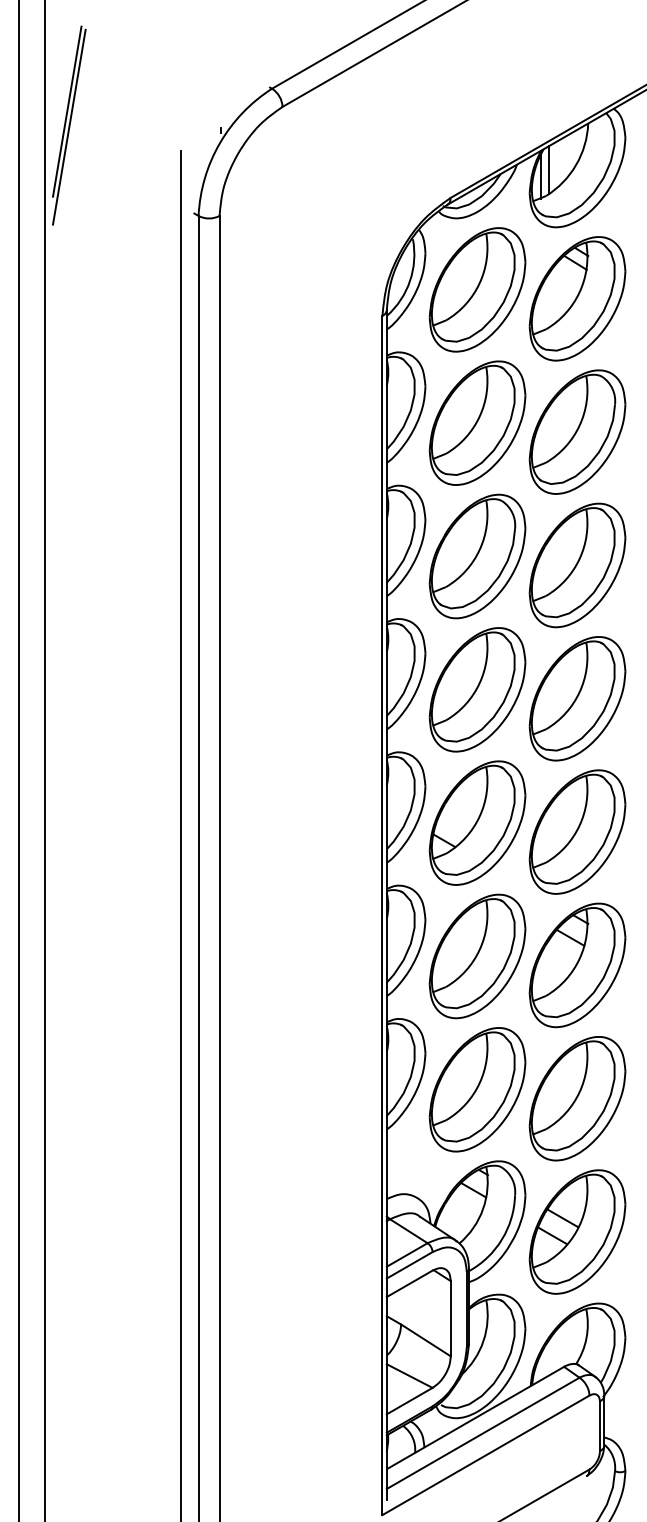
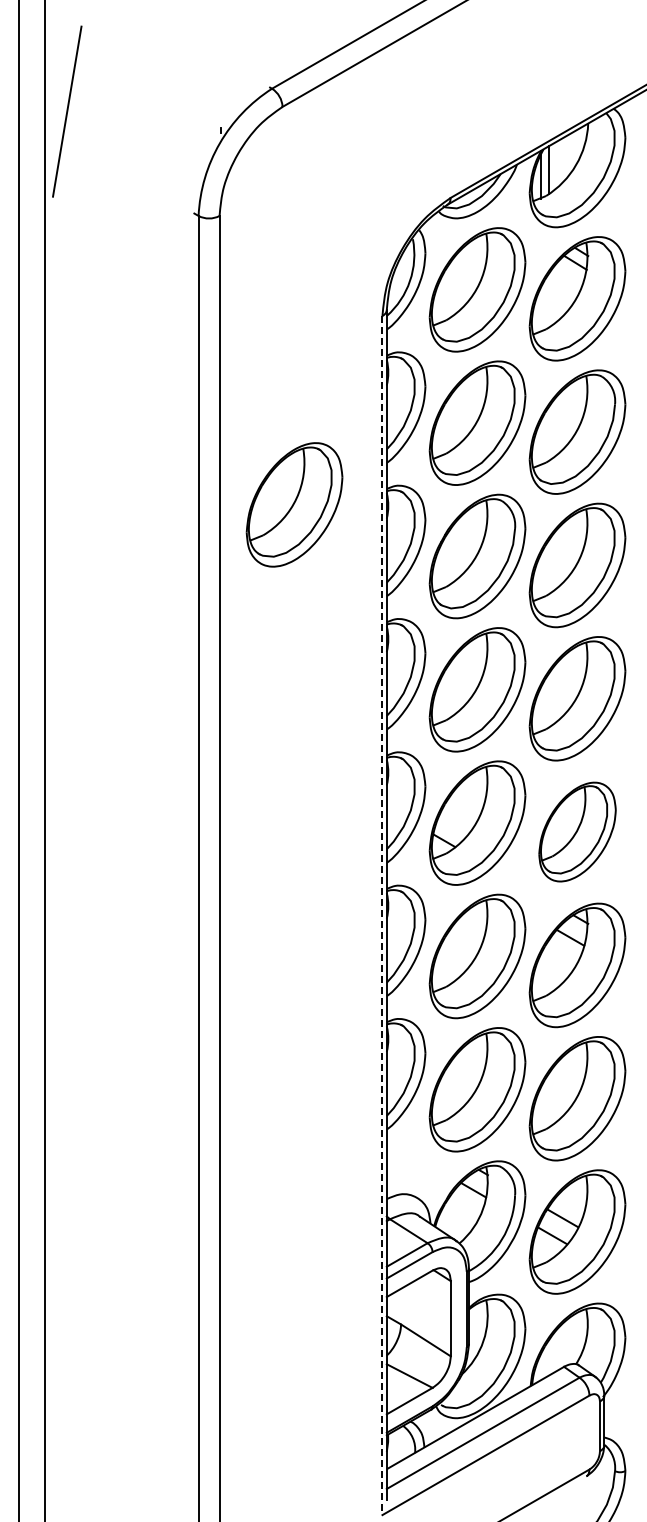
line at (69, 126): present -> none
part at (294, 504): none -> present
part at (577, 831) size: 99x126 px -> 79x102 px
line at (181, 834): present -> none
line at (382, 915): solid -> dashed
